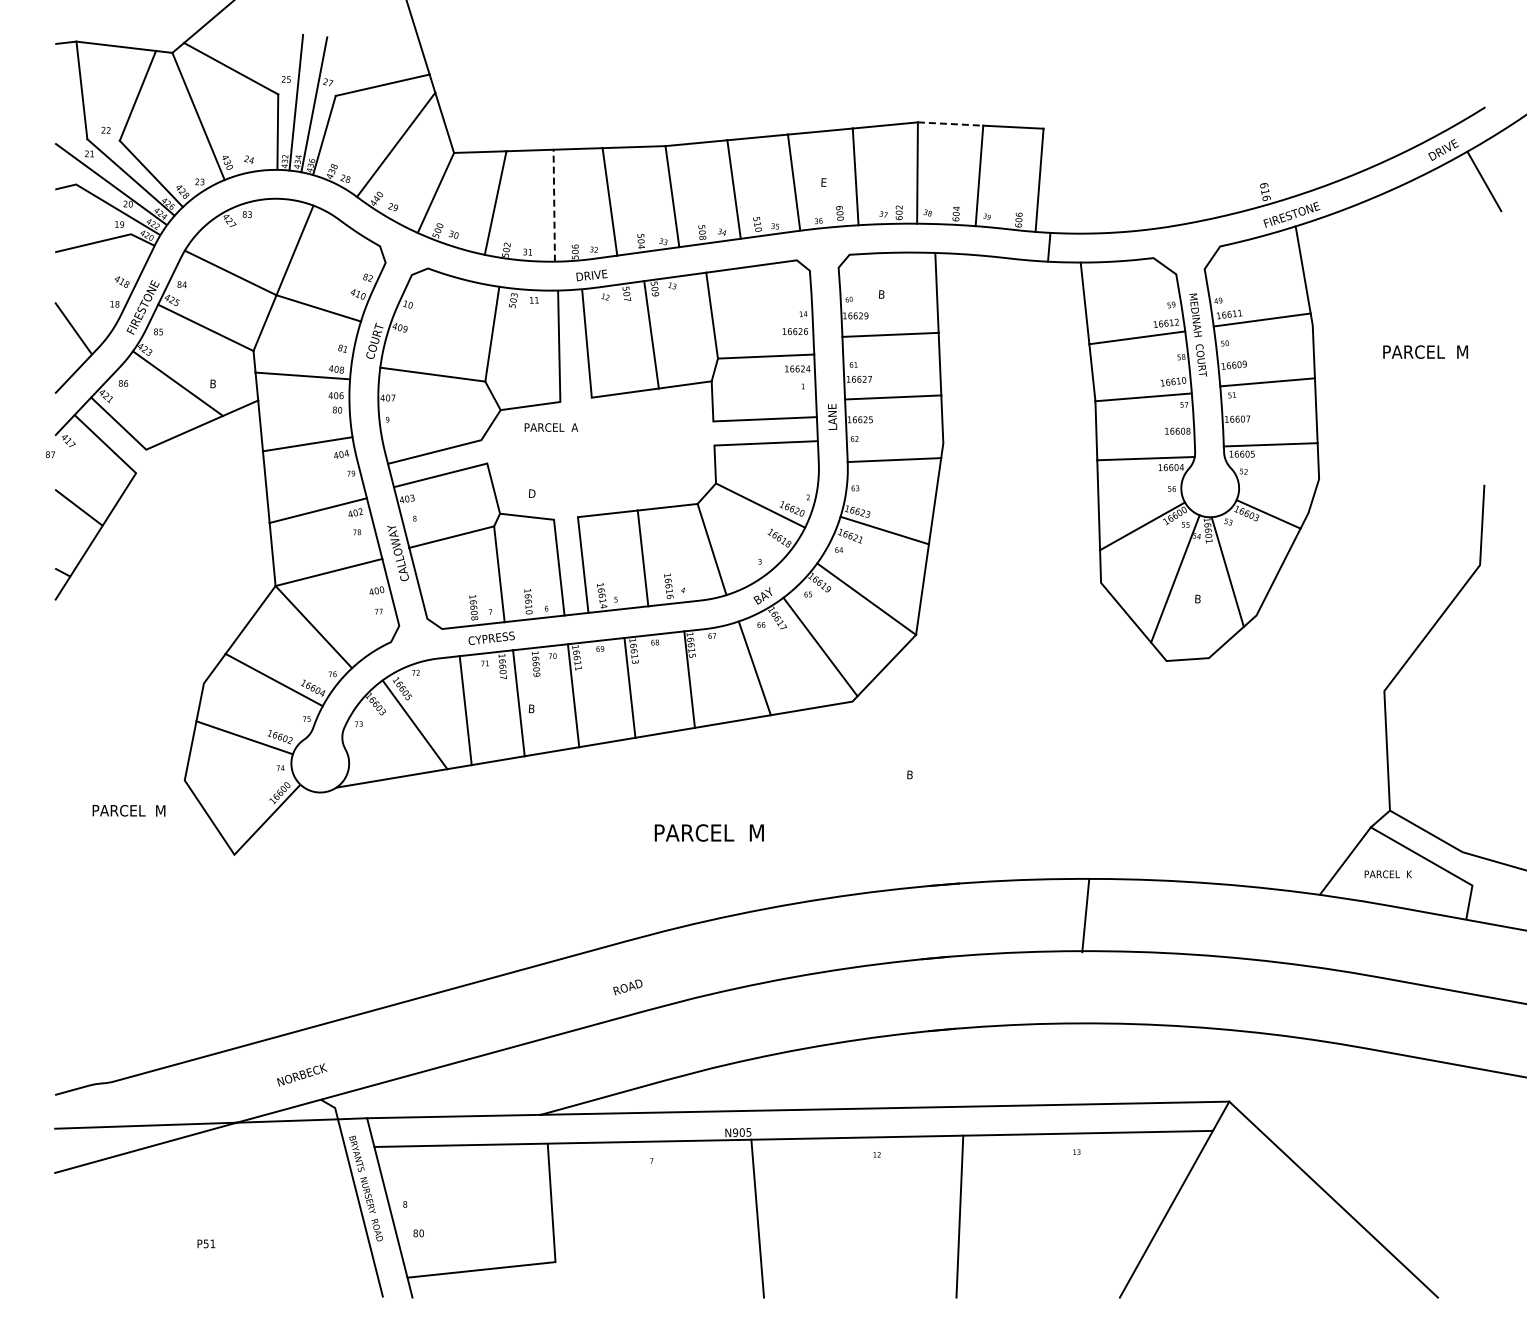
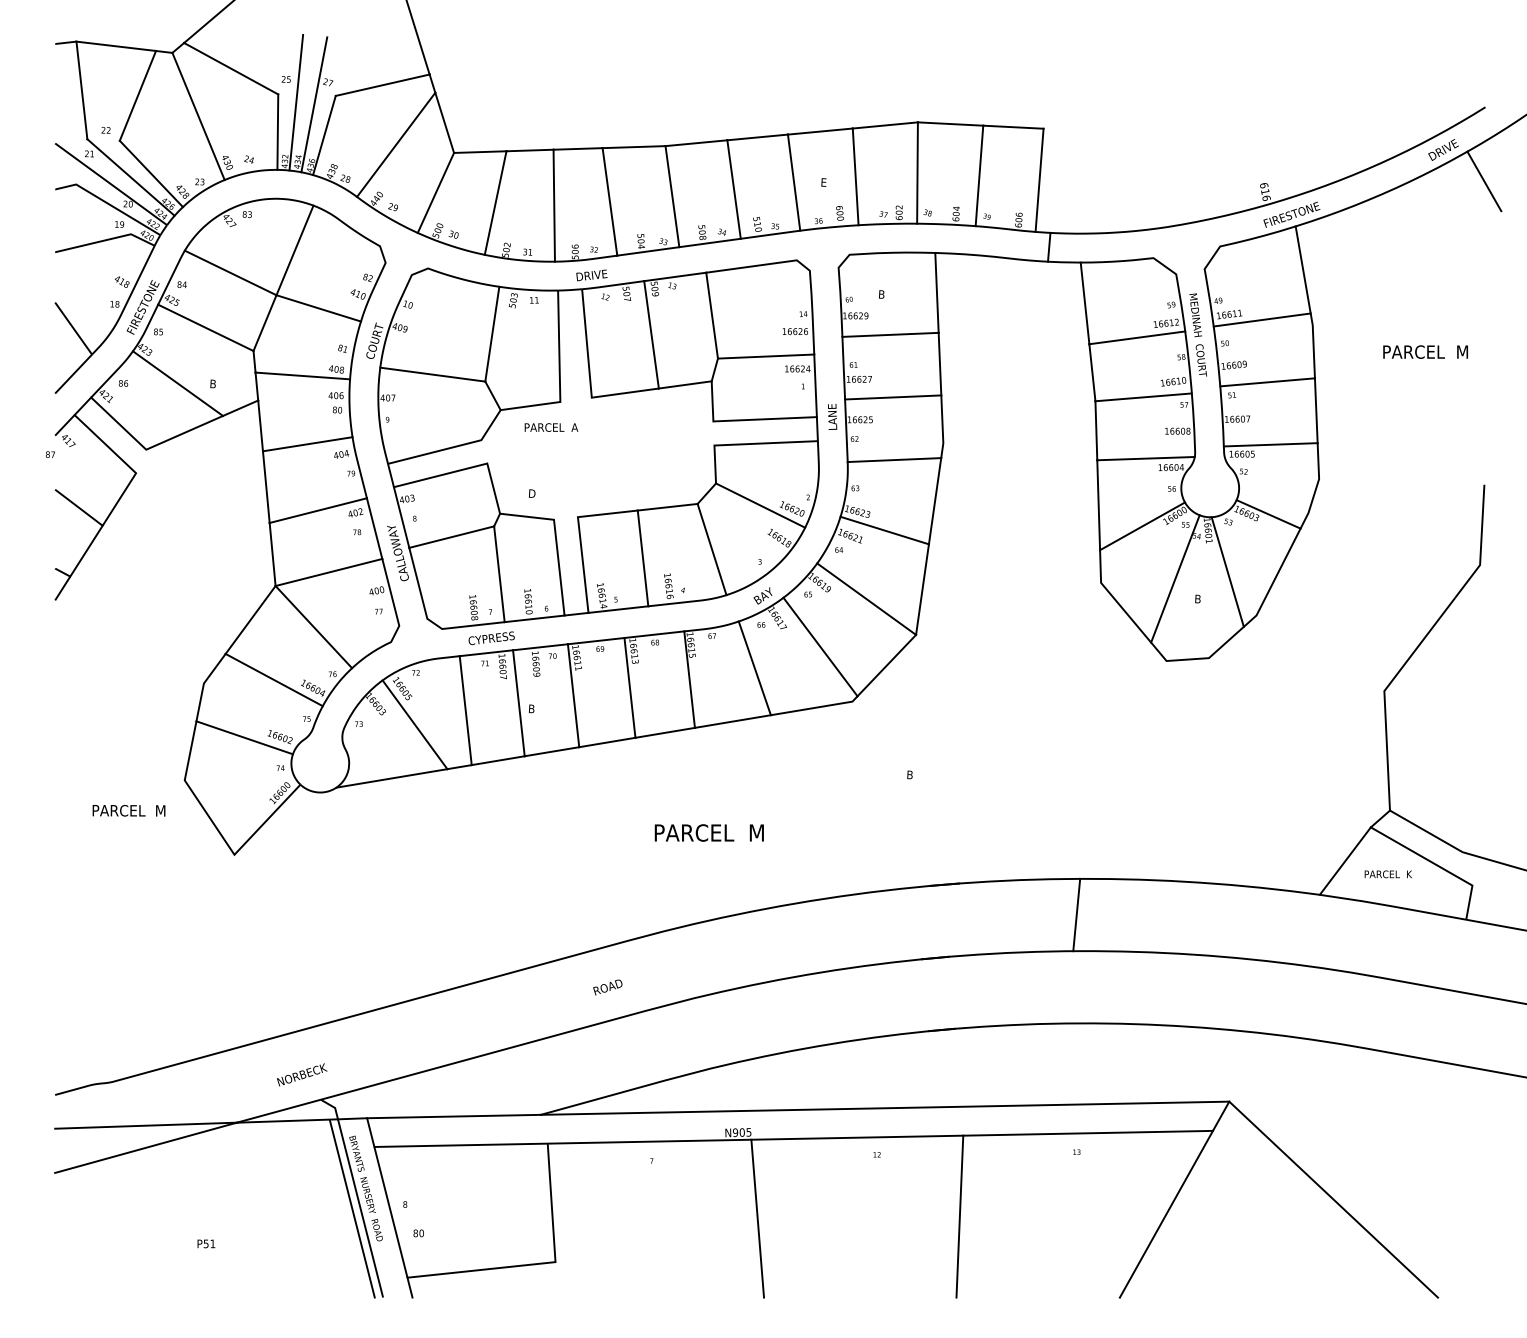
line at (950, 124): dashed -> solid
line at (554, 205): dashed -> solid
line at (1085, 915) position: (1085, 915) -> (1076, 914)
text at (627, 987) position: (627, 987) -> (607, 987)
line at (351, 1208): none -> present
